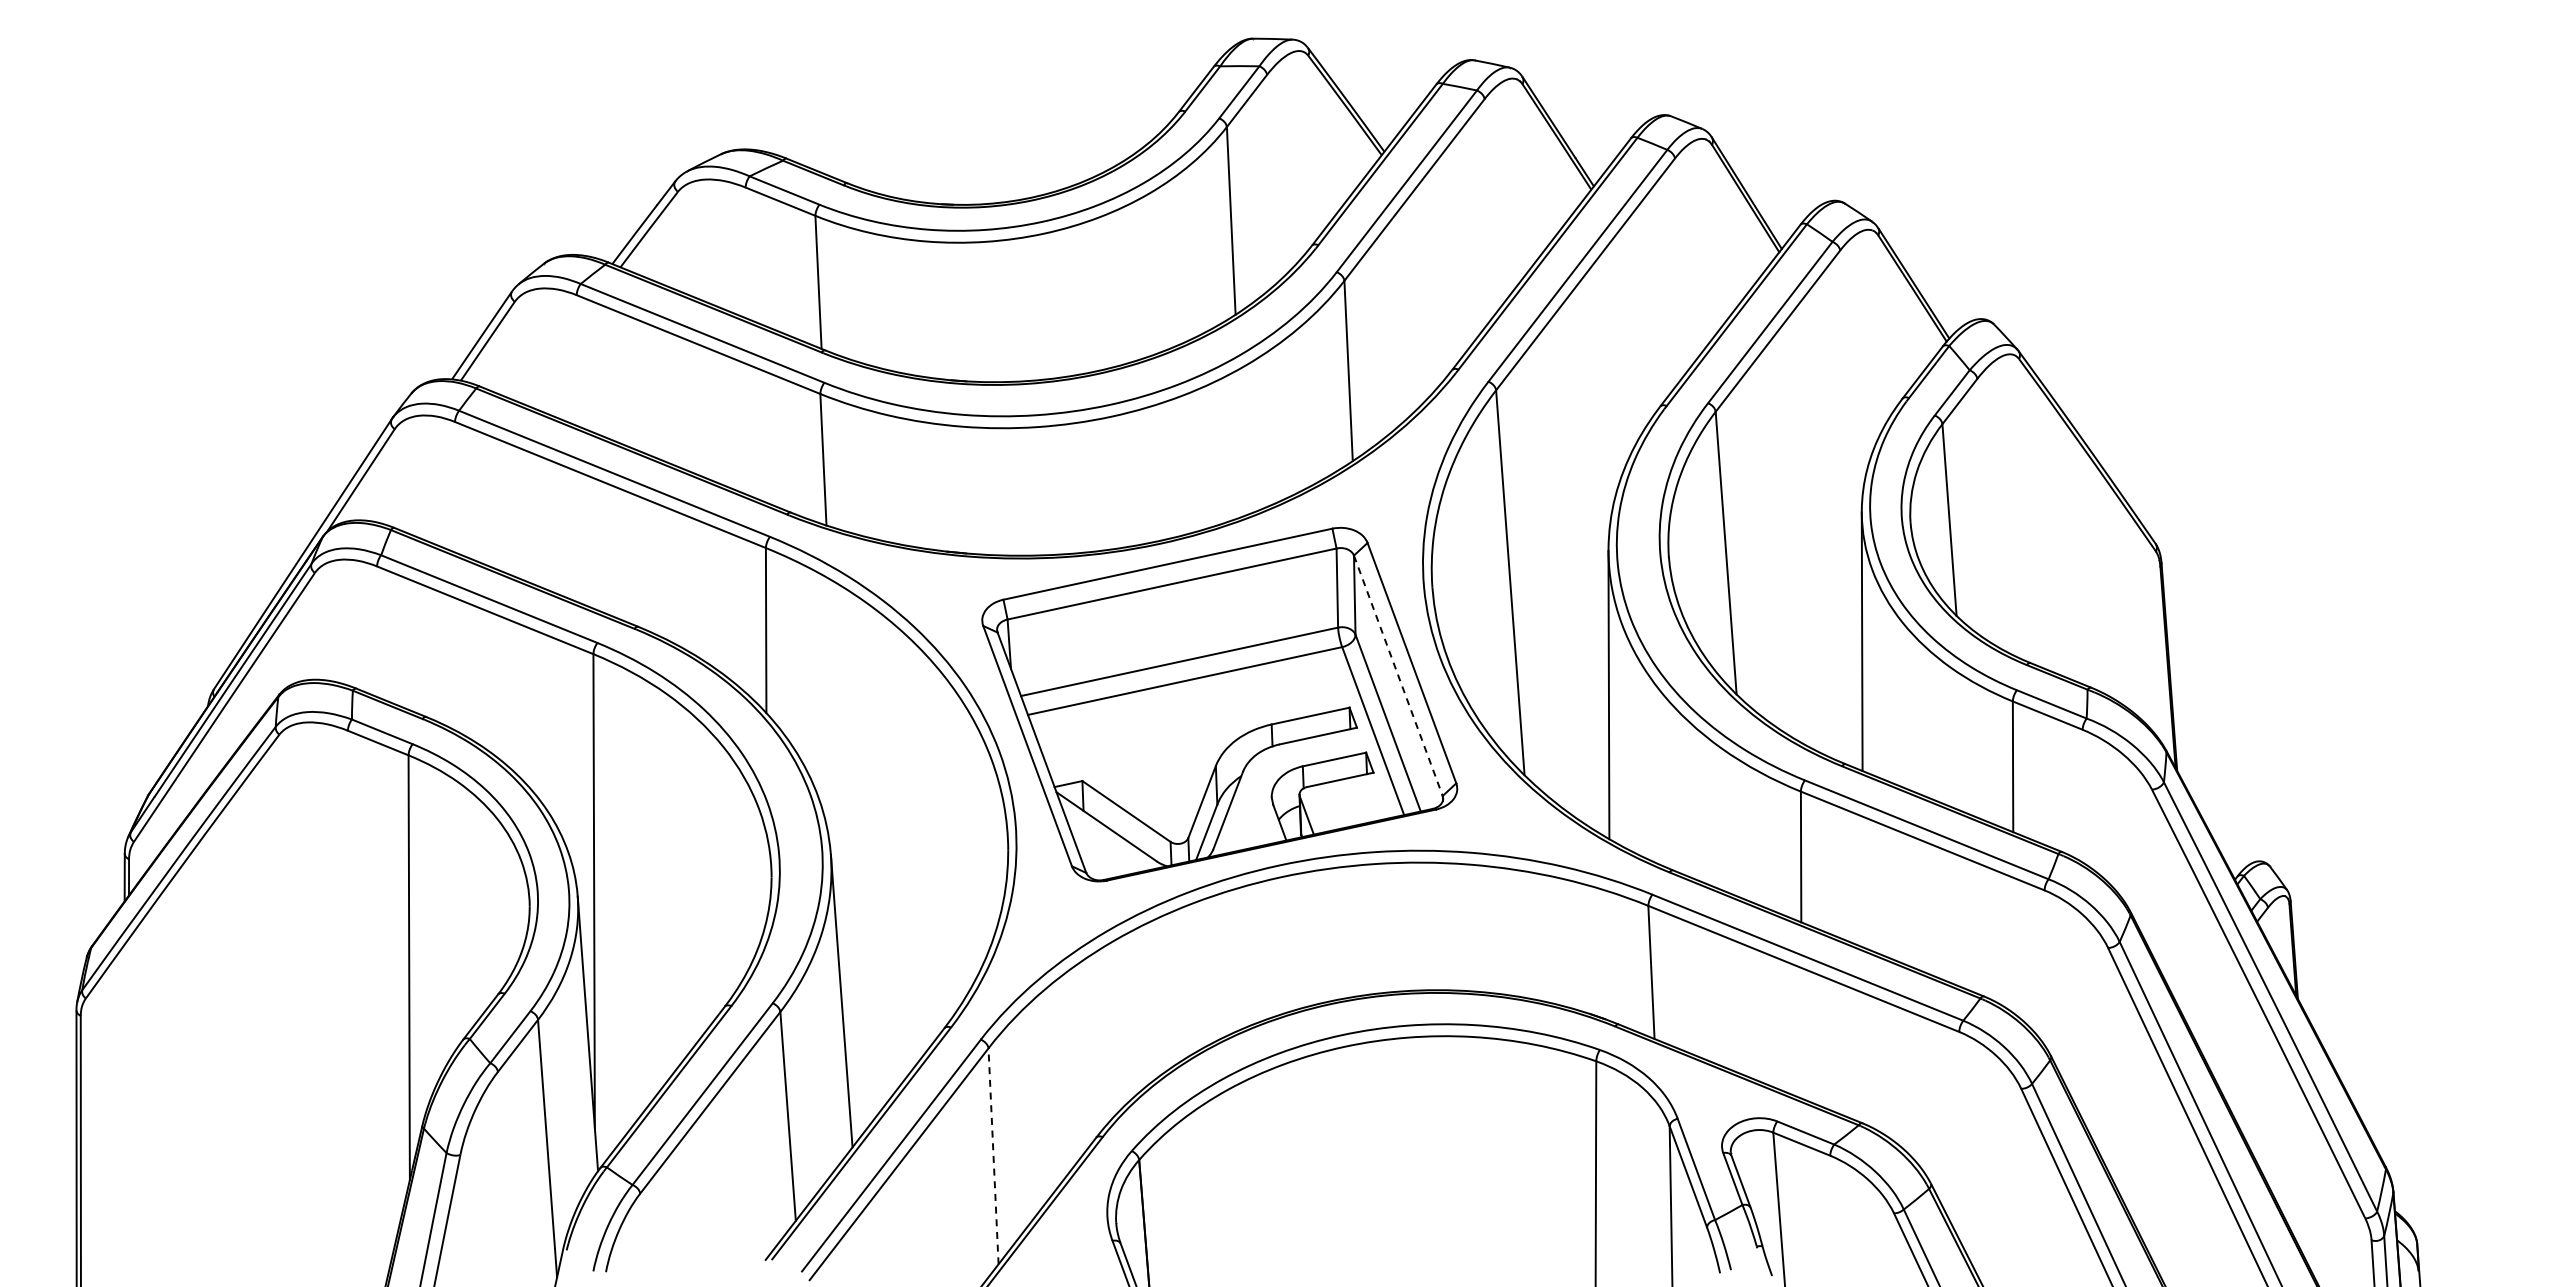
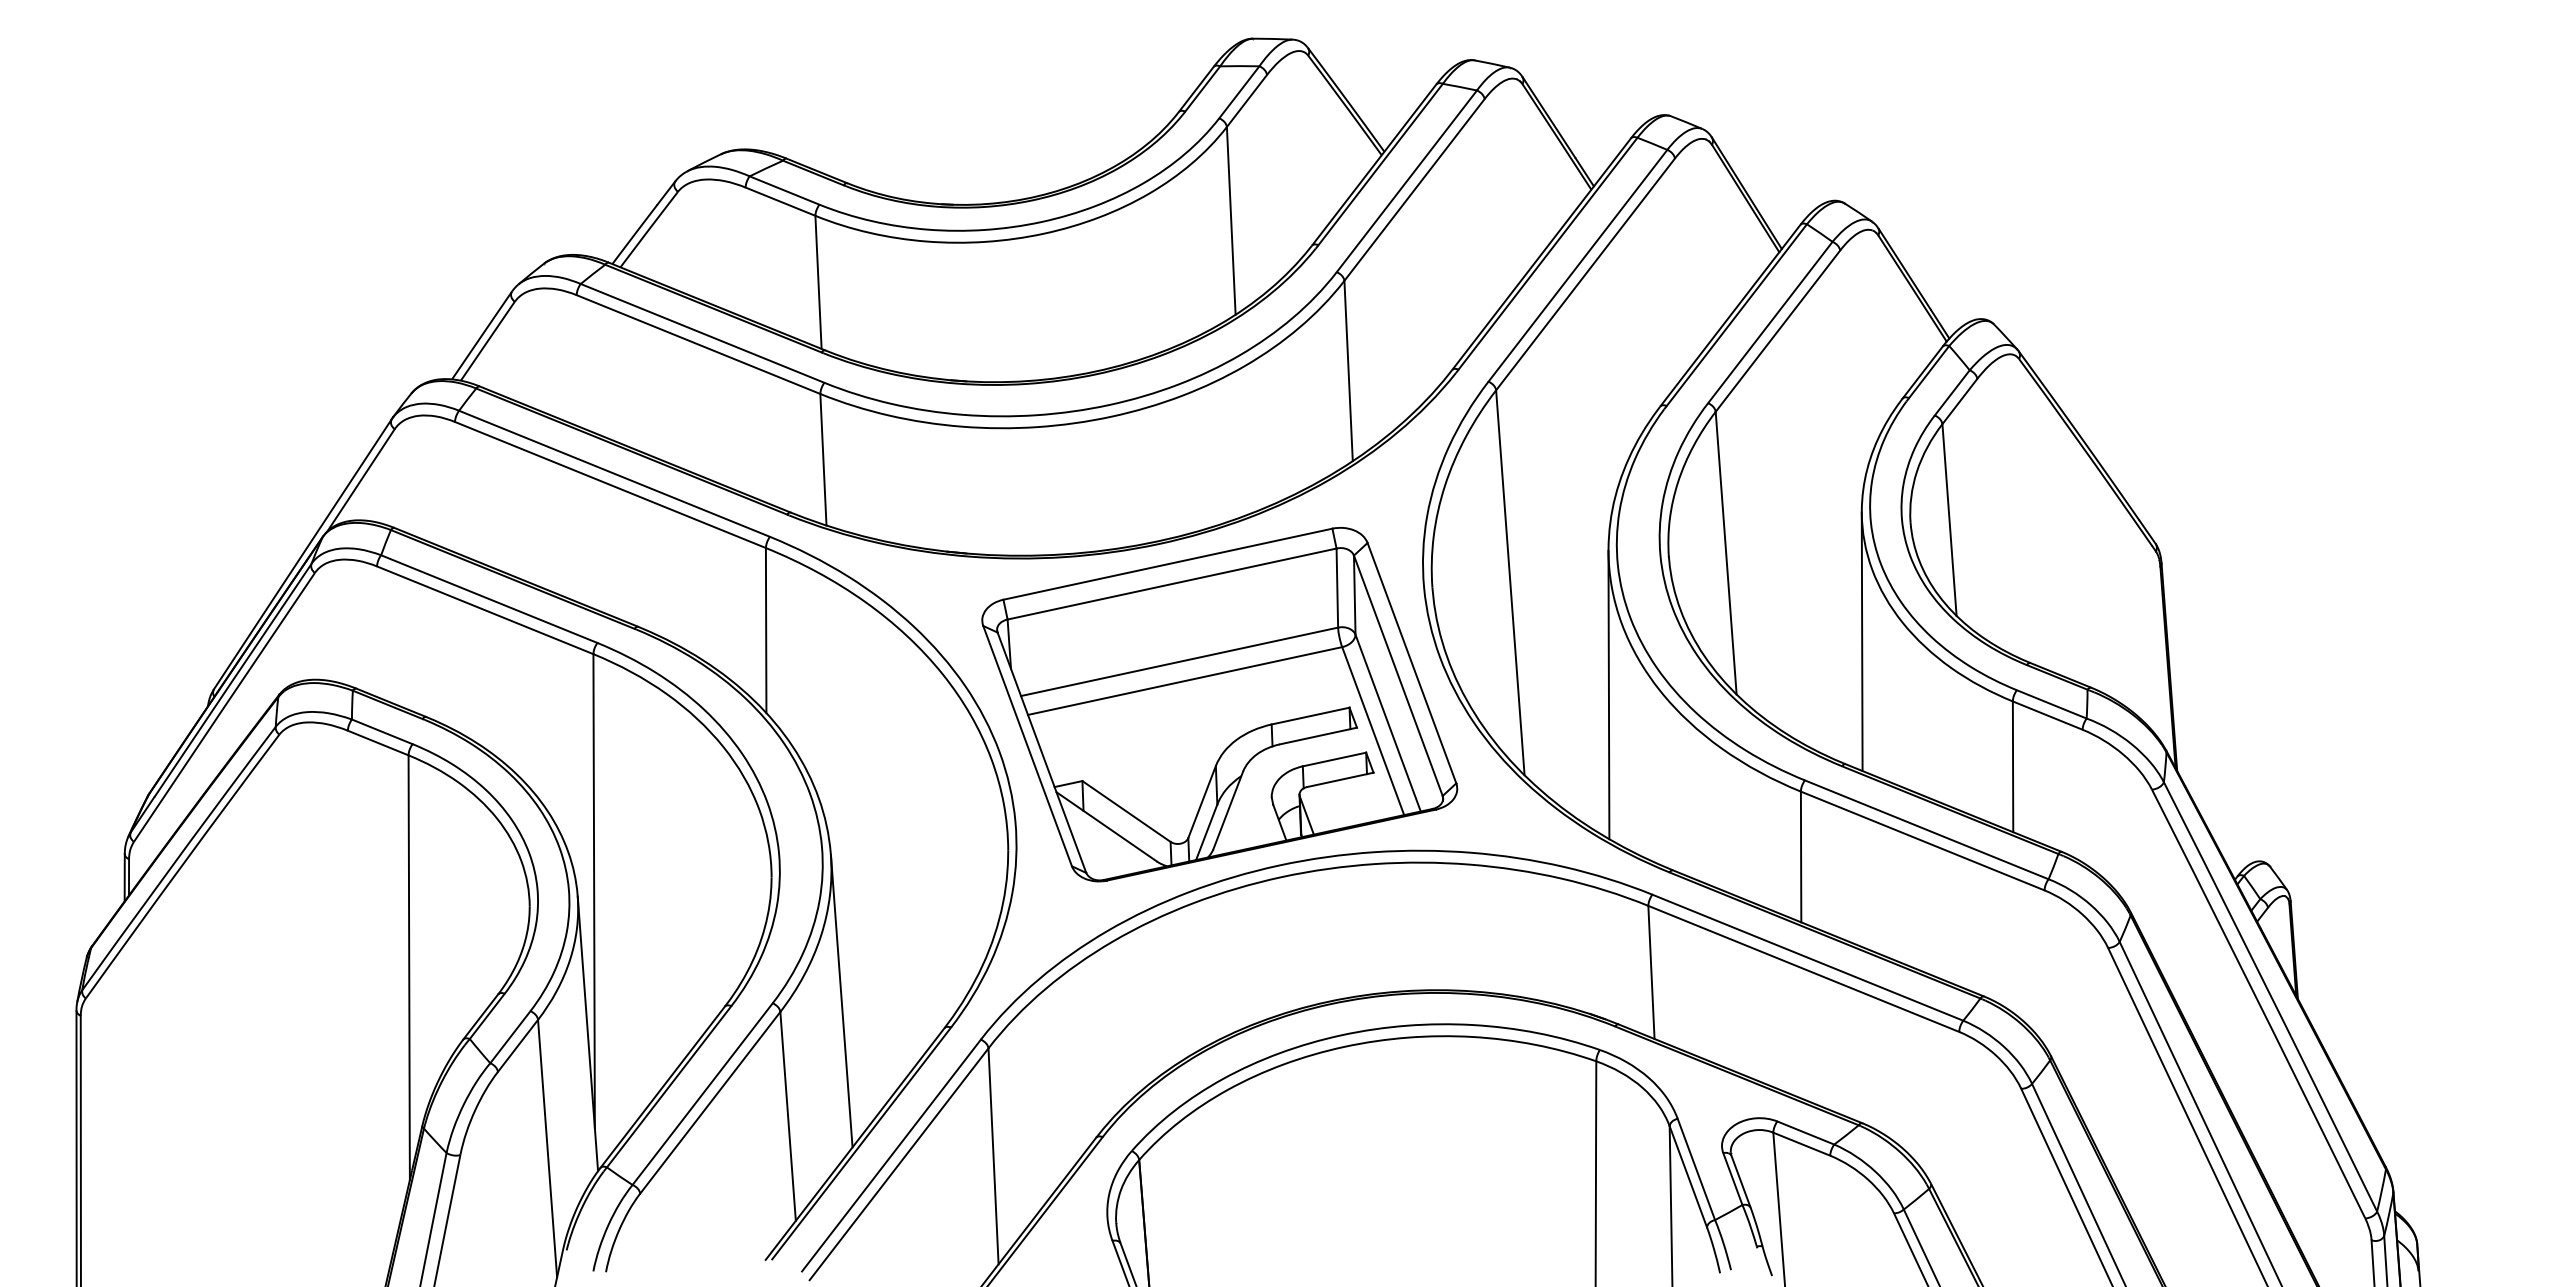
line at (1398, 676): dashed -> solid
line at (993, 1155): dashed -> solid
